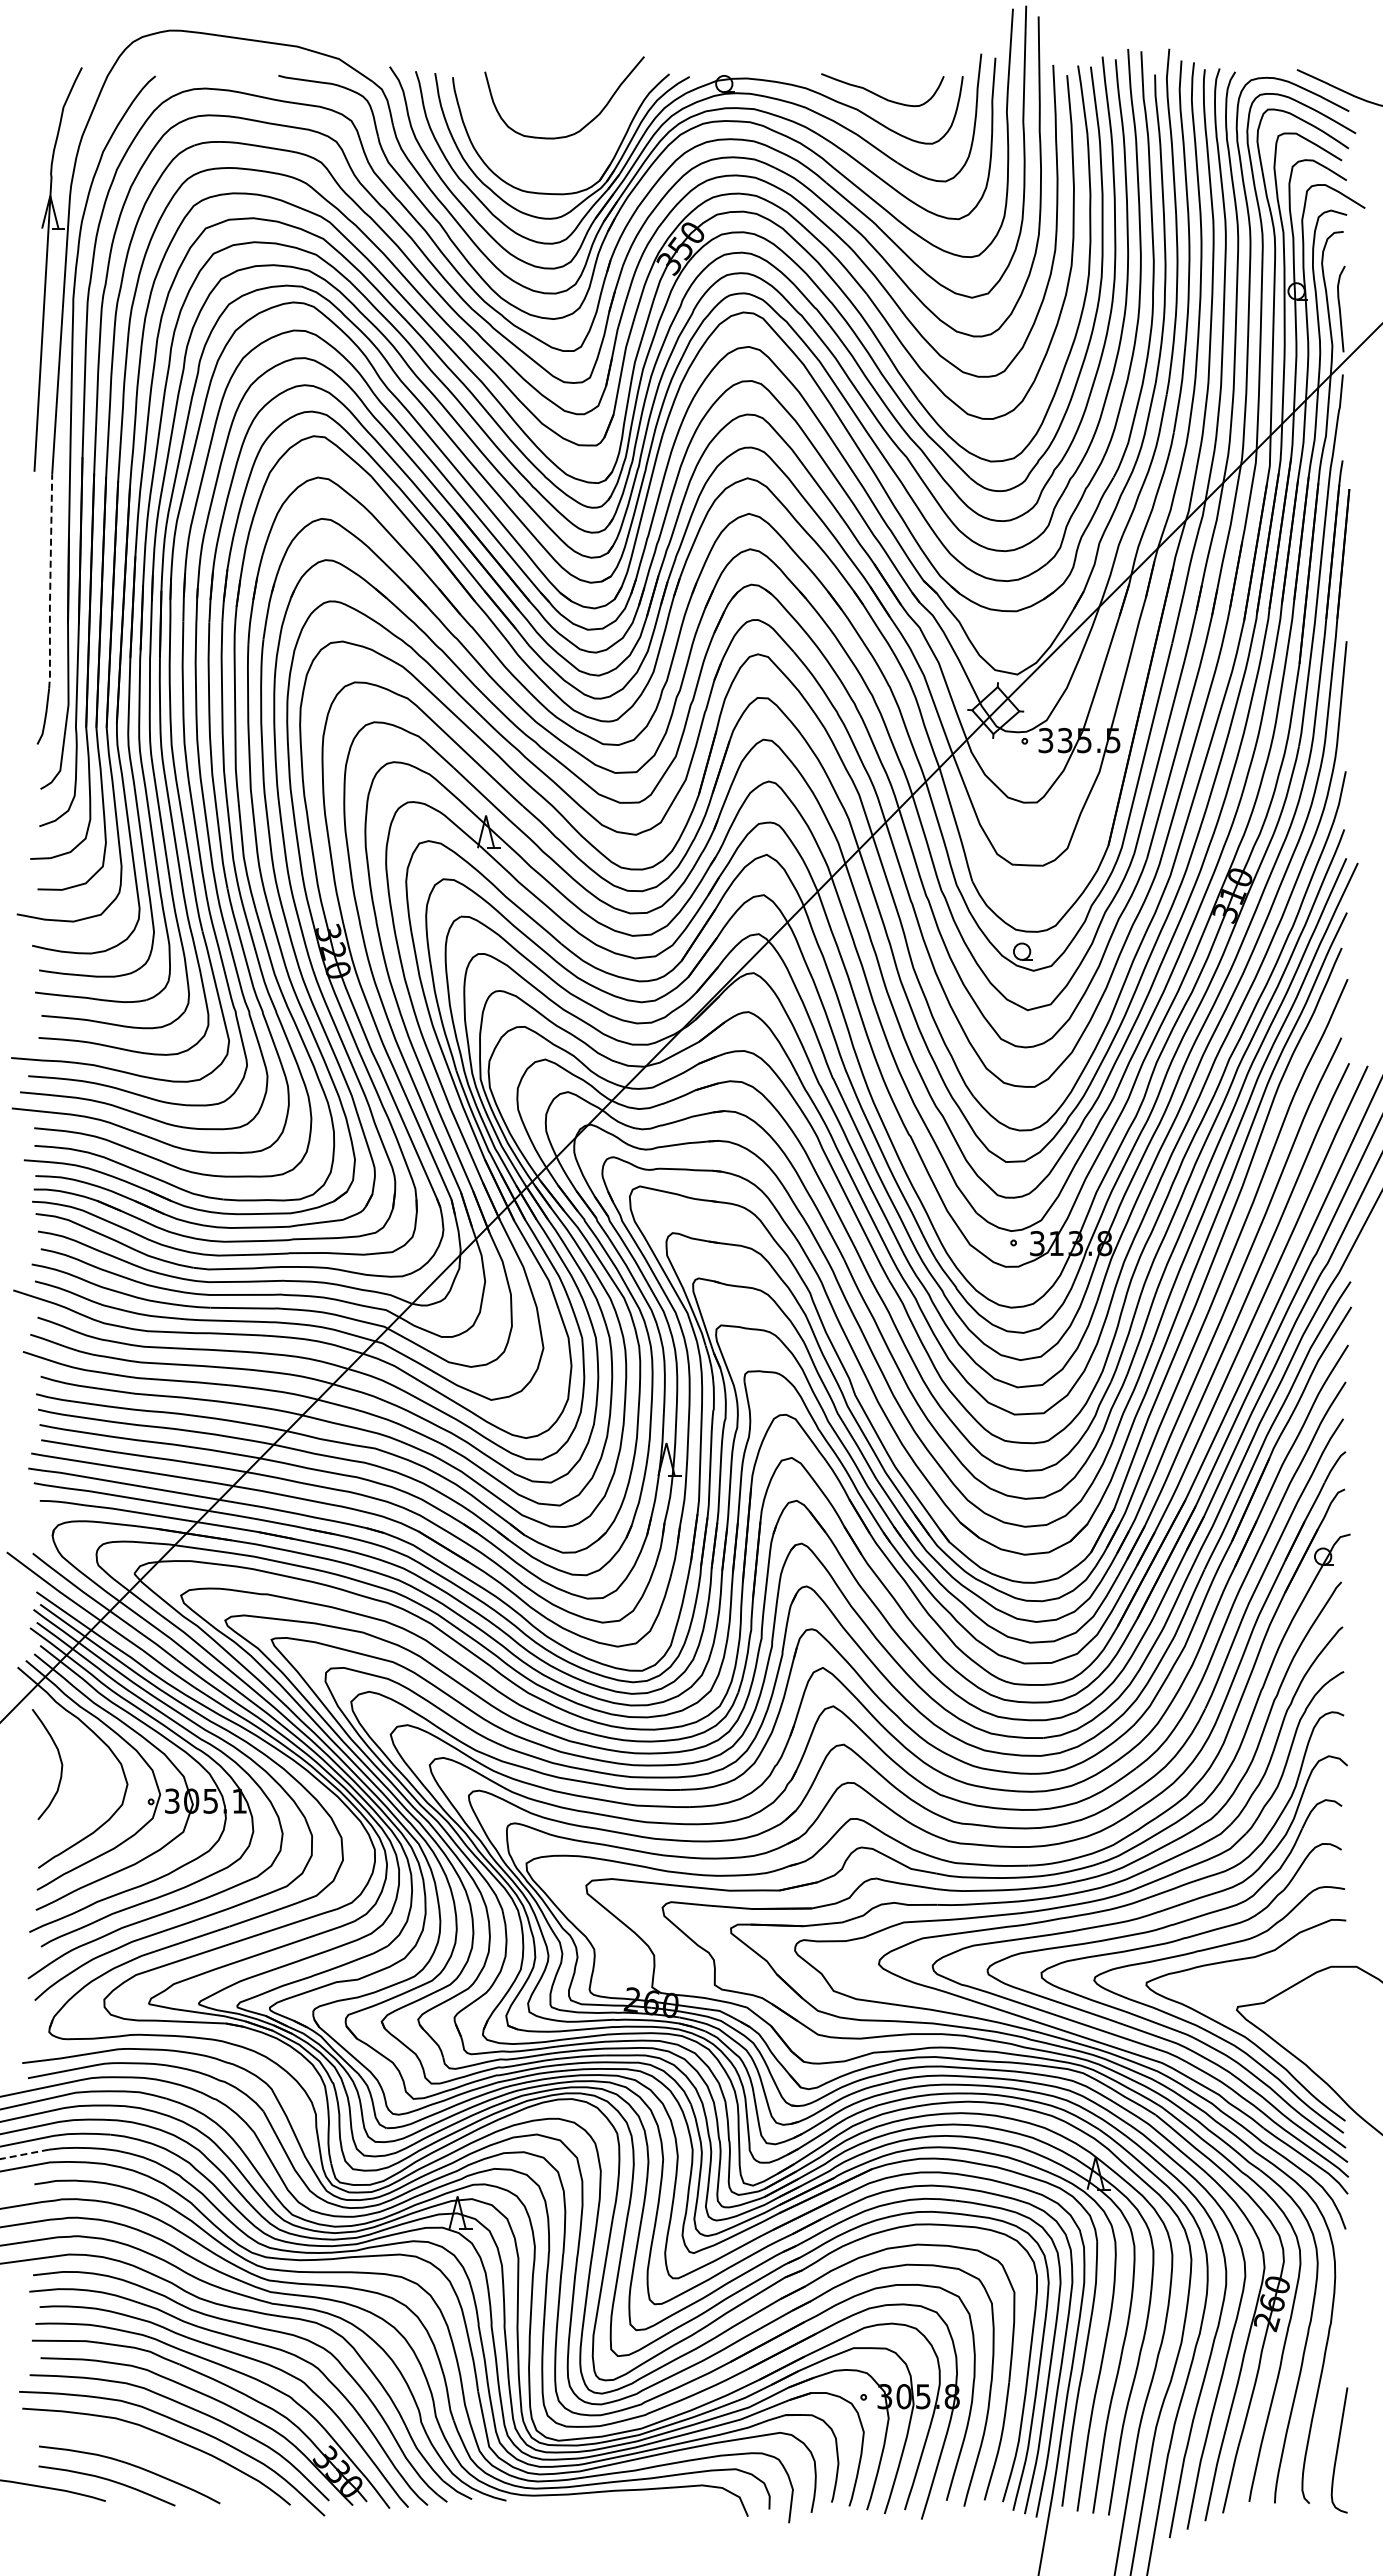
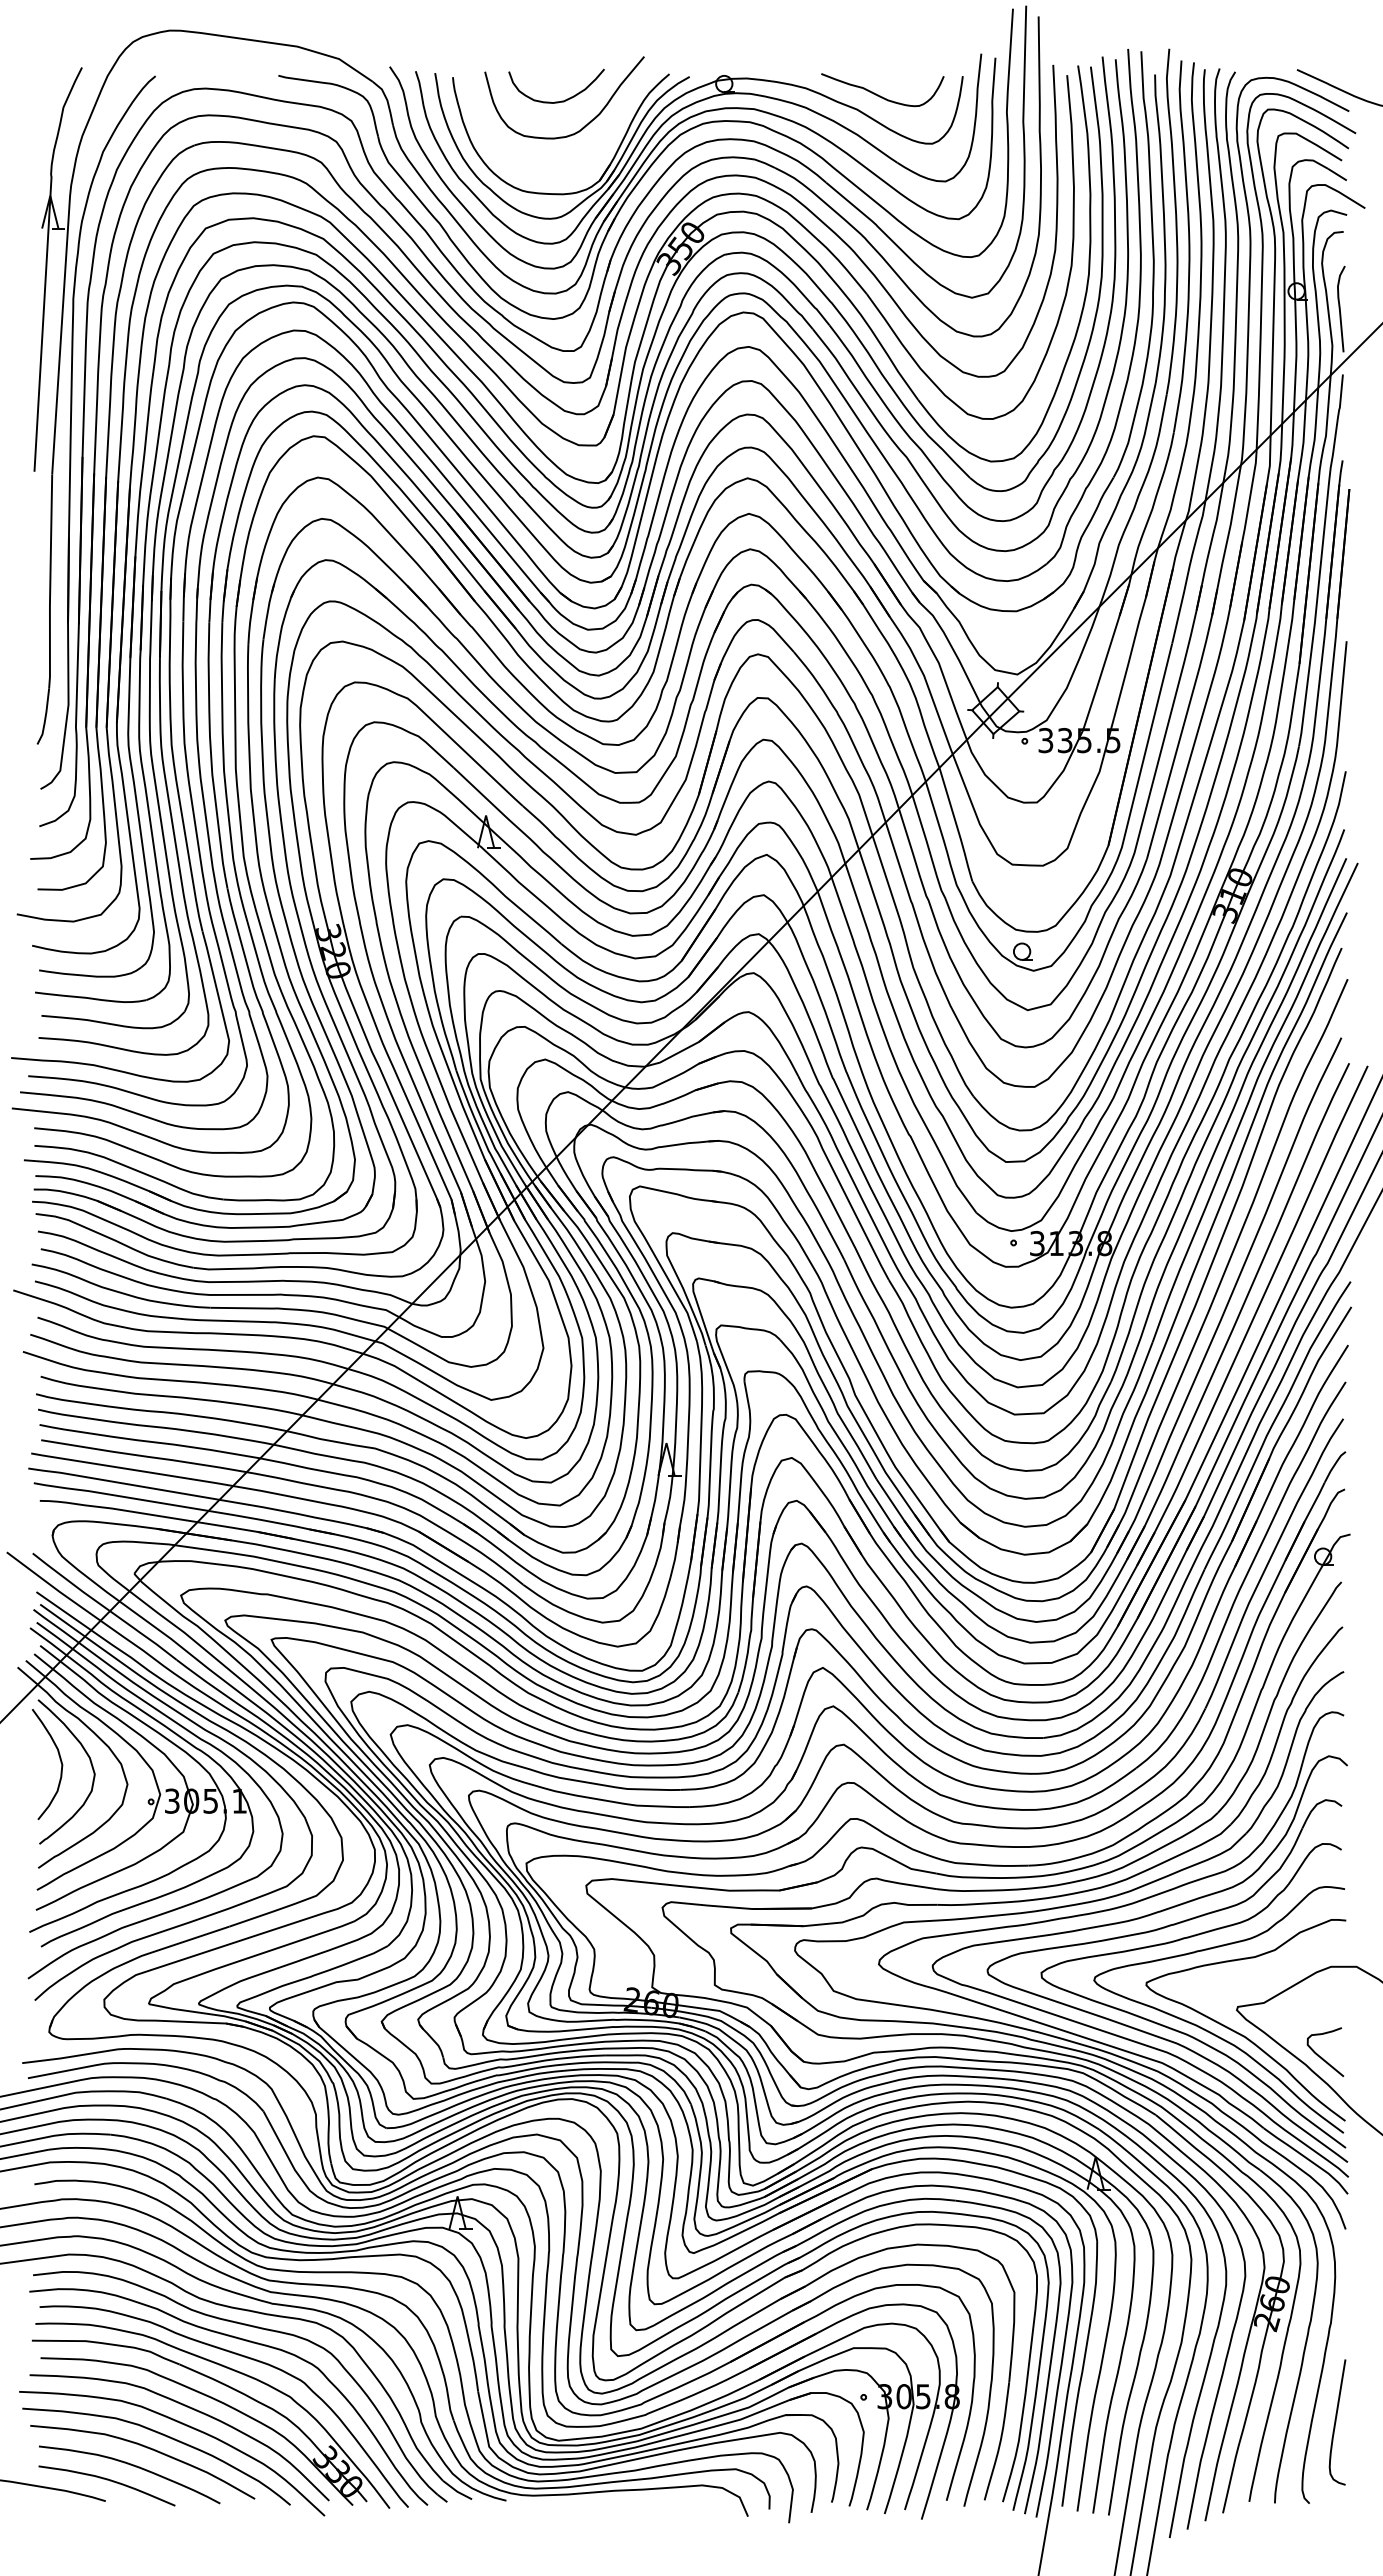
curve at (561, 100): none -> present
line at (50, 583): dashed -> solid
curve at (90, 1764): none -> present
curve at (1321, 2056): none -> present
line at (24, 2154): dashed -> solid
curve at (149, 2449): none -> present
curve at (1338, 2450) position: (1338, 2450) -> (1336, 2422)
